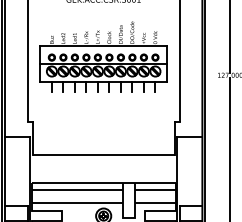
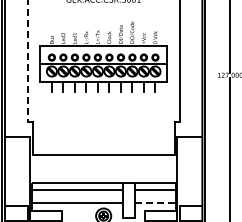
line at (27, 61): solid -> dashed
line at (156, 203): solid -> dashed
